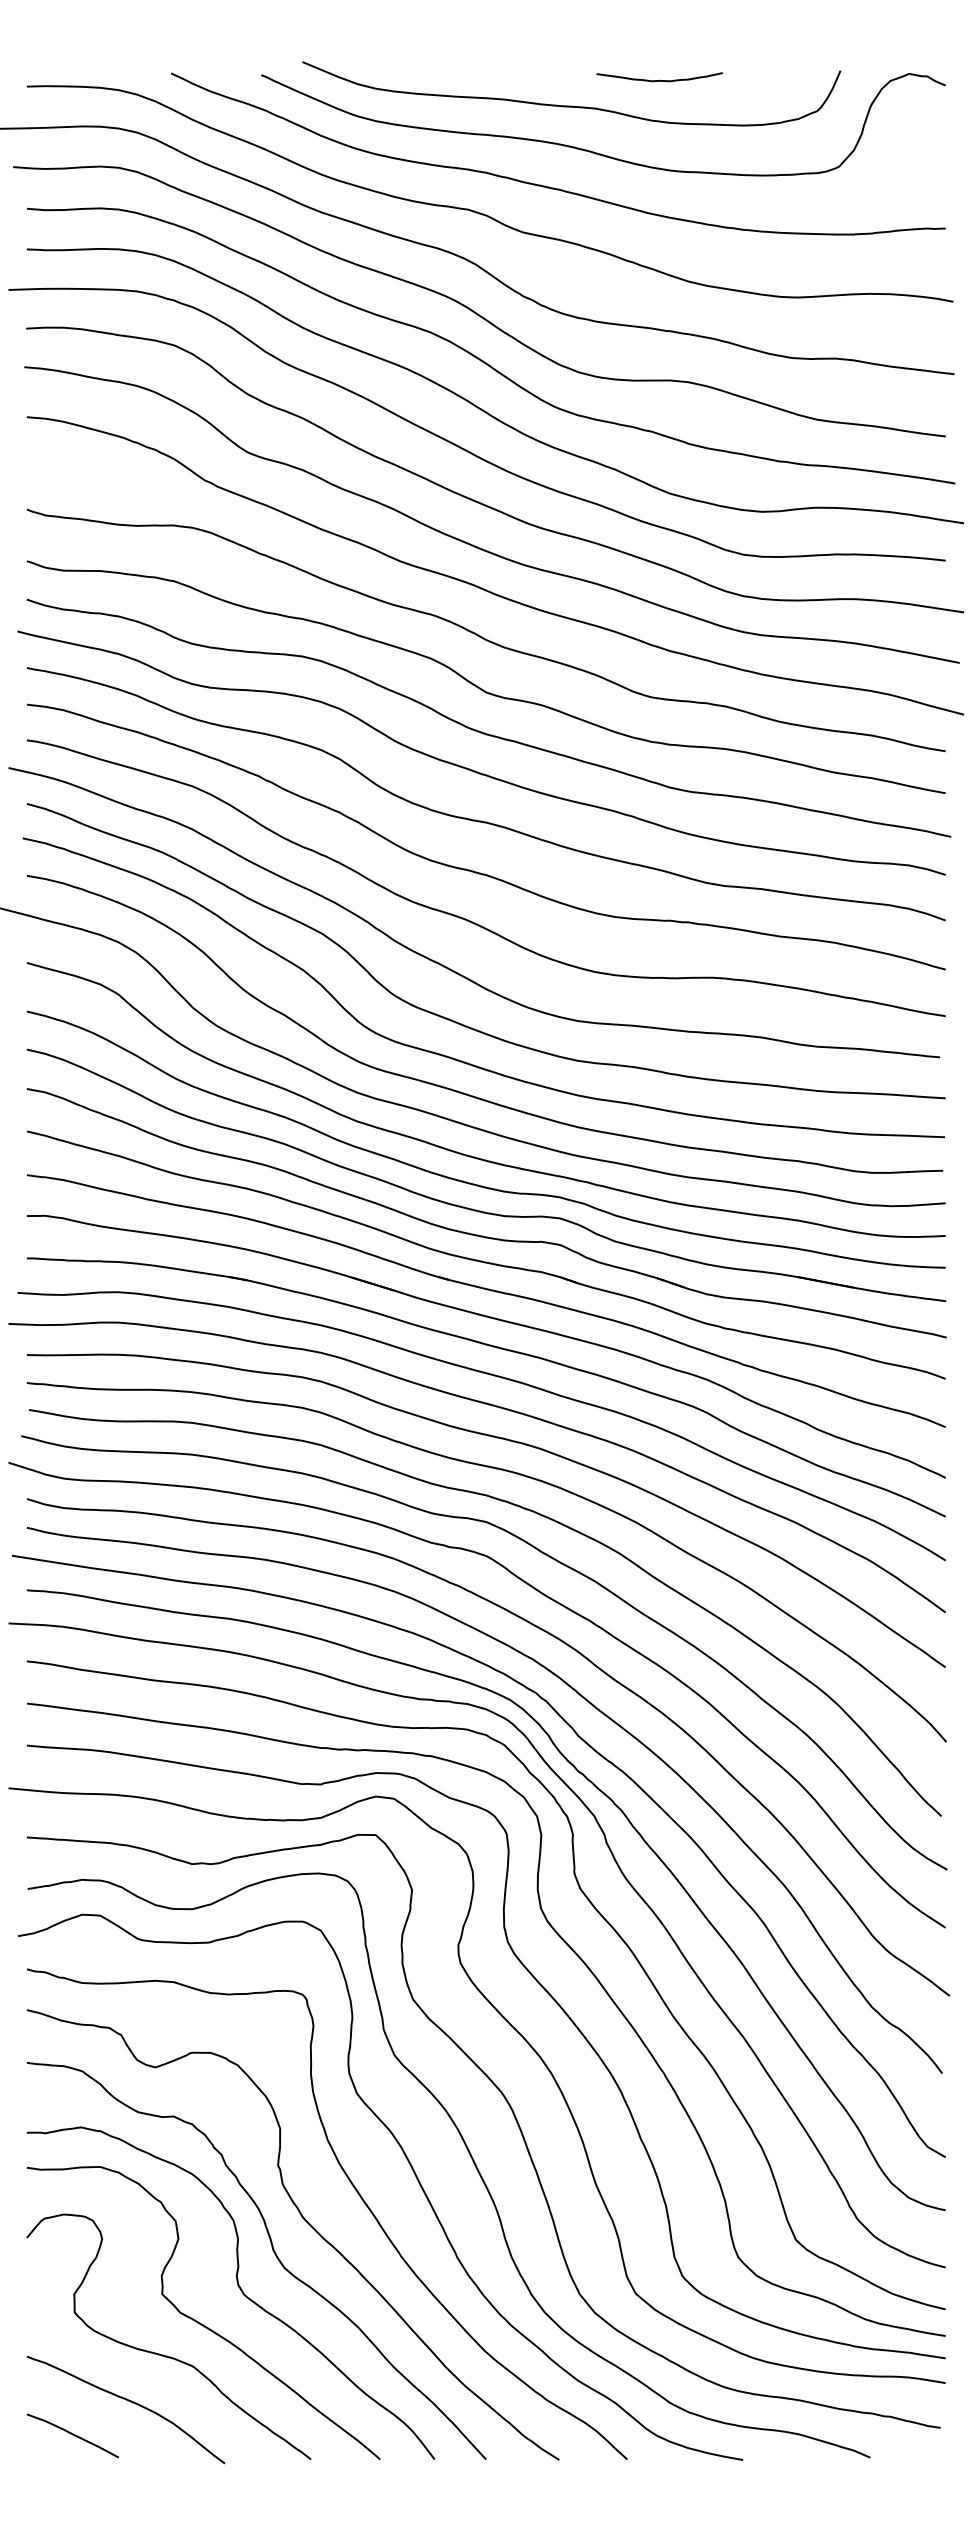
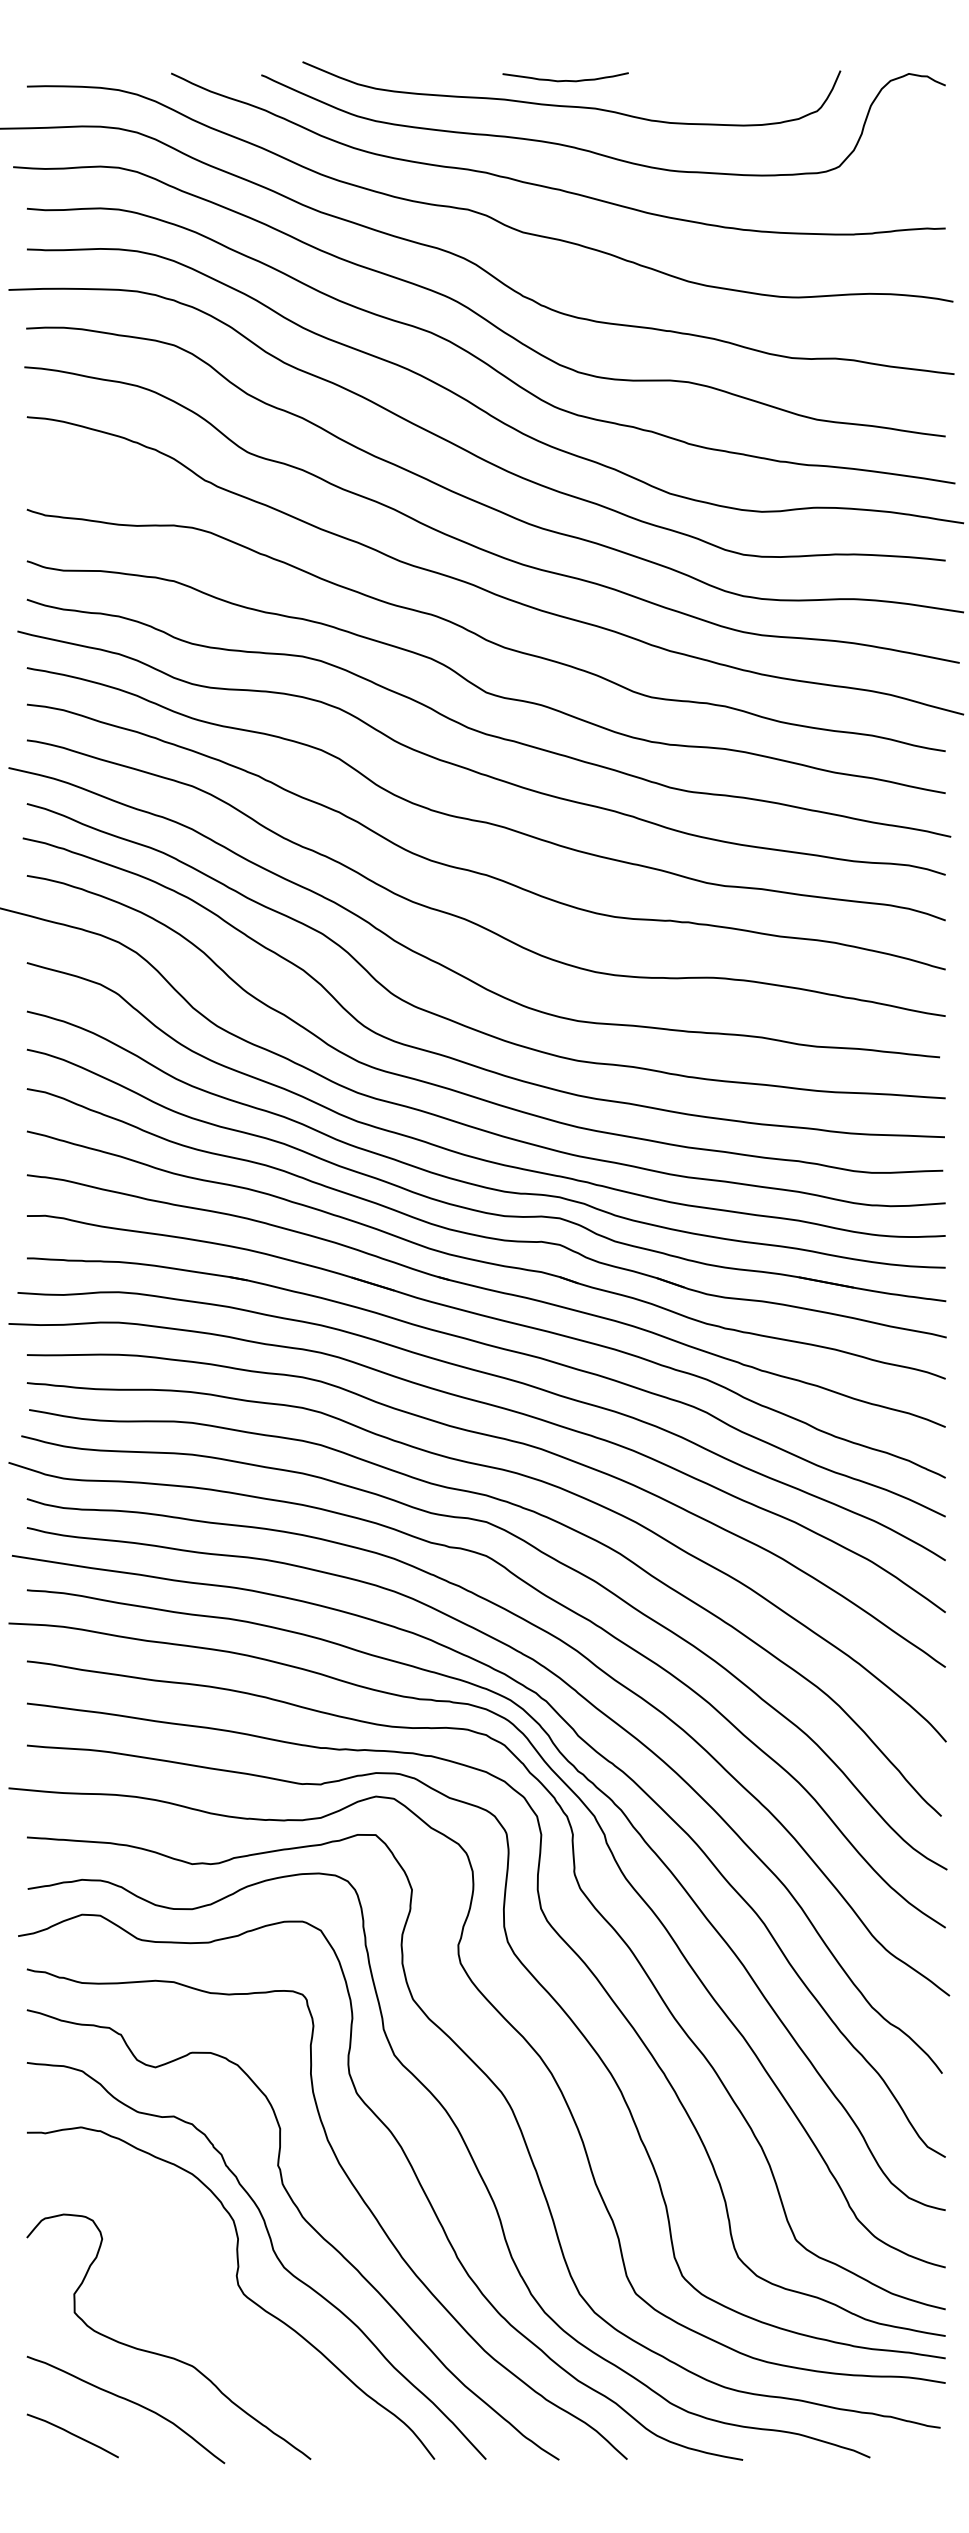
curve at (659, 80) position: (659, 80) -> (565, 80)
curve at (198, 2321): present -> none
